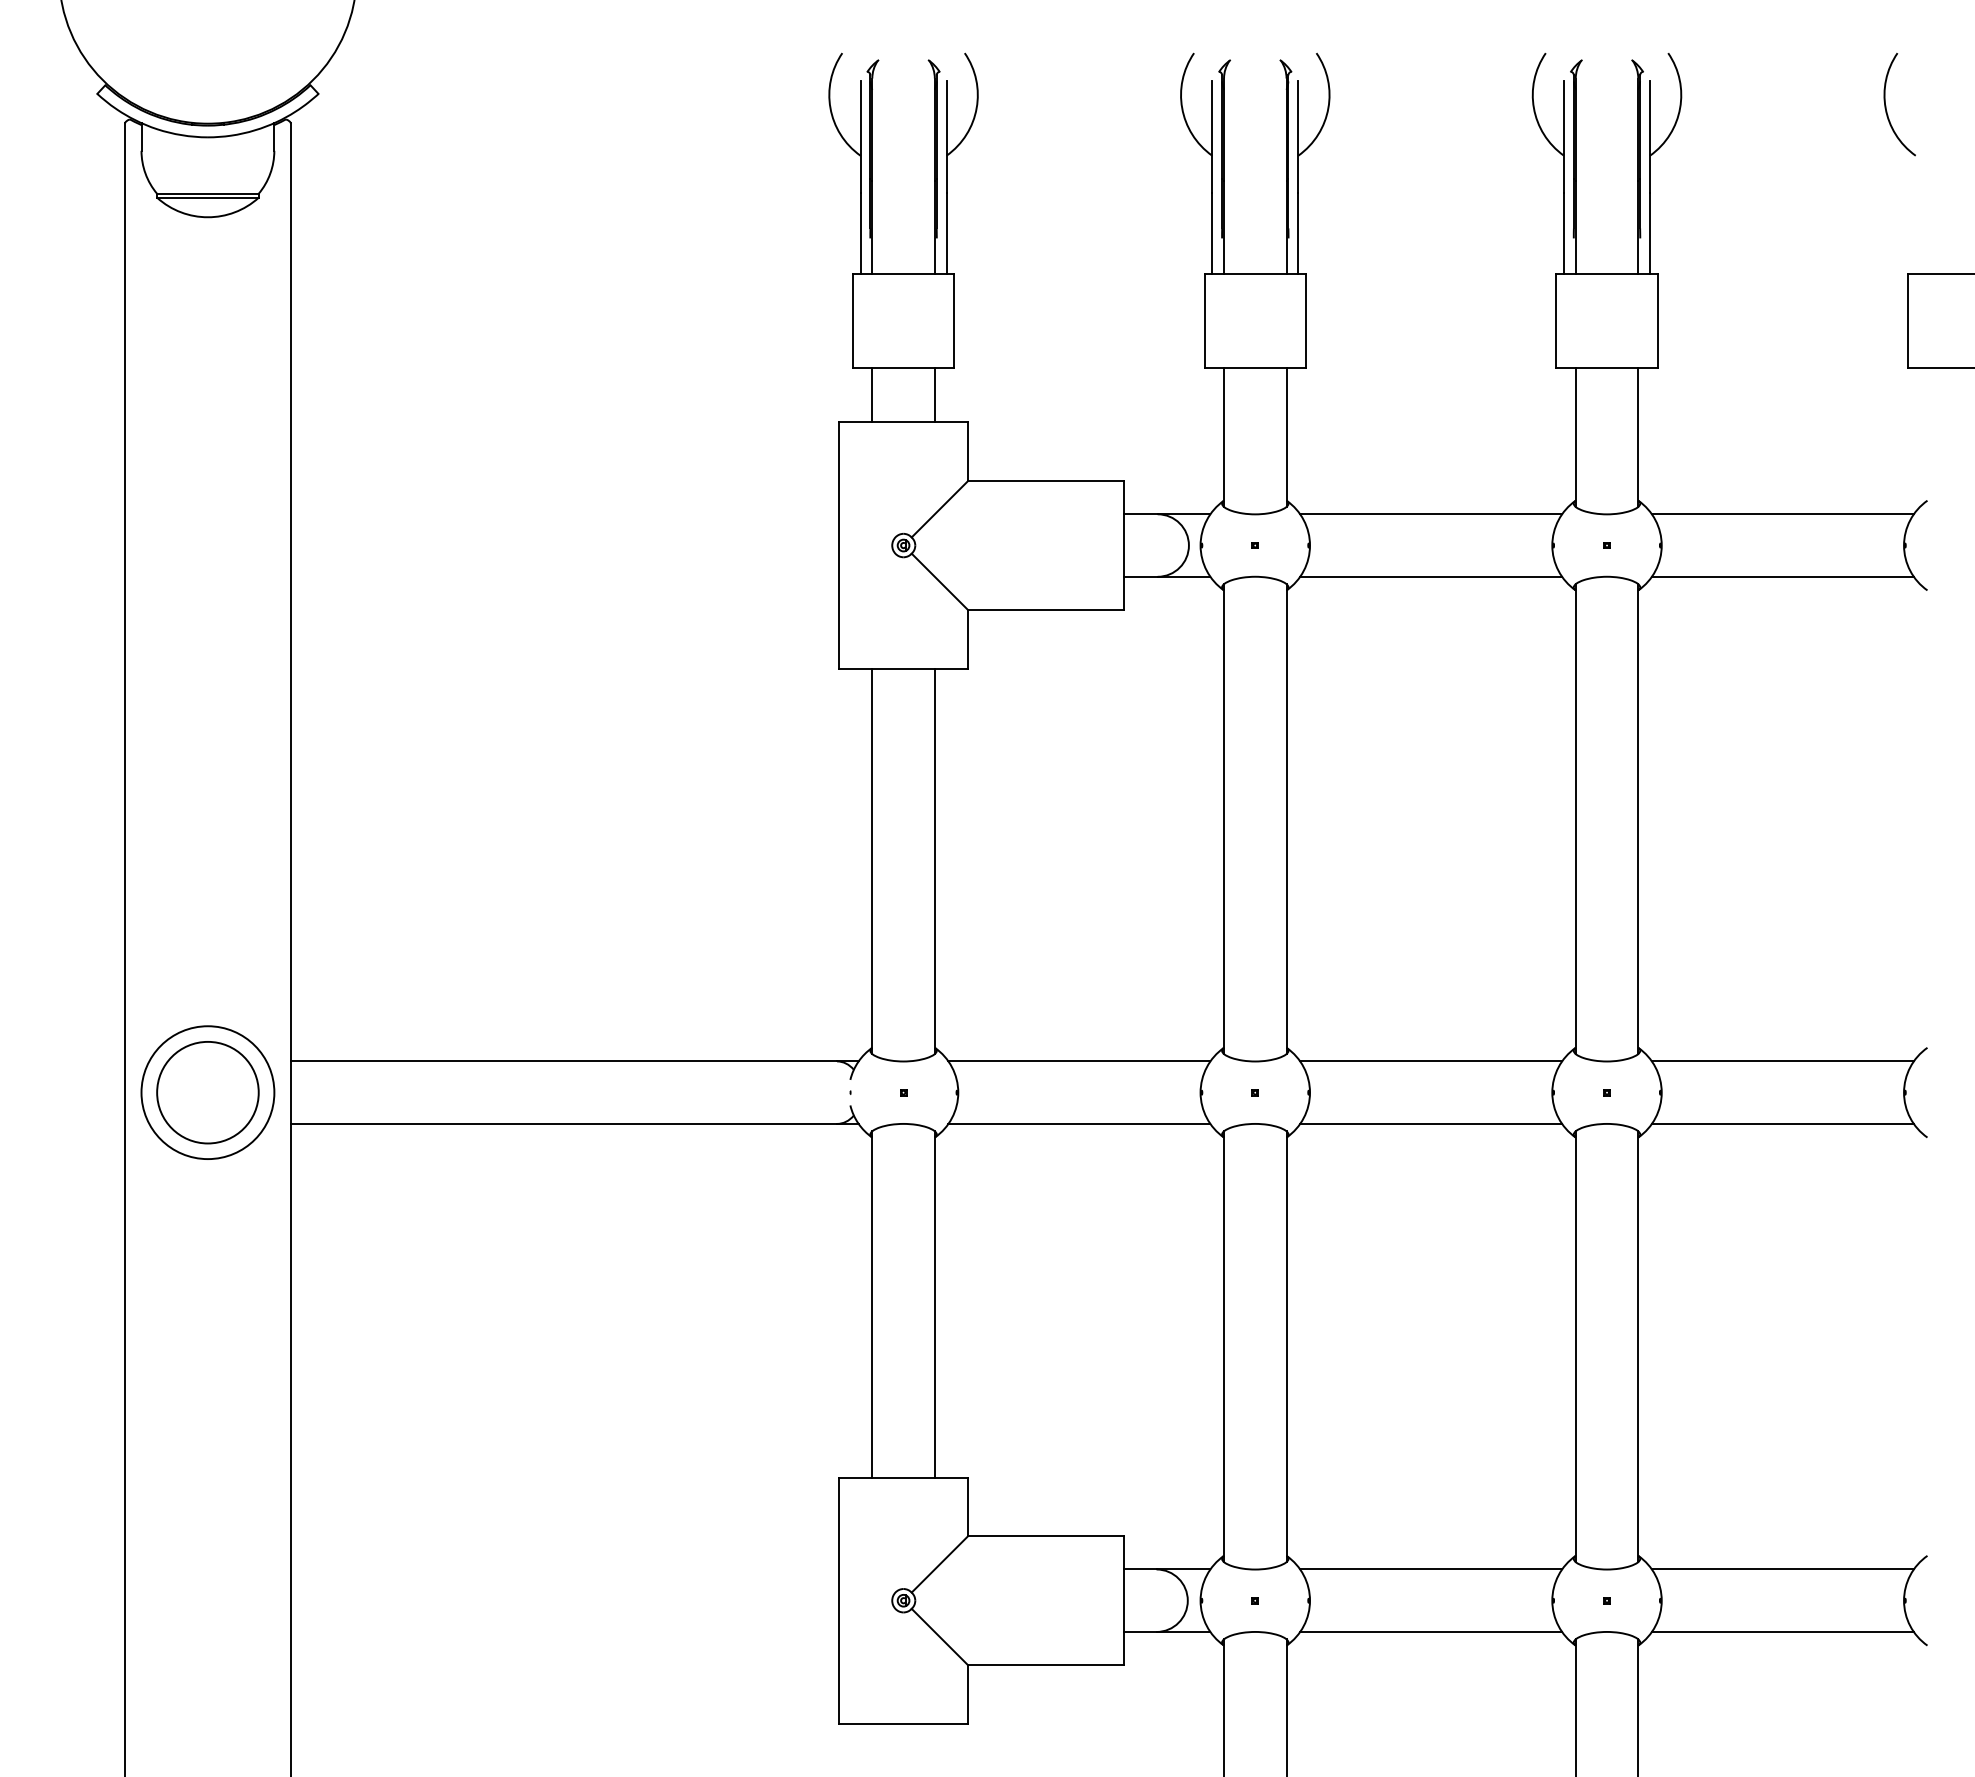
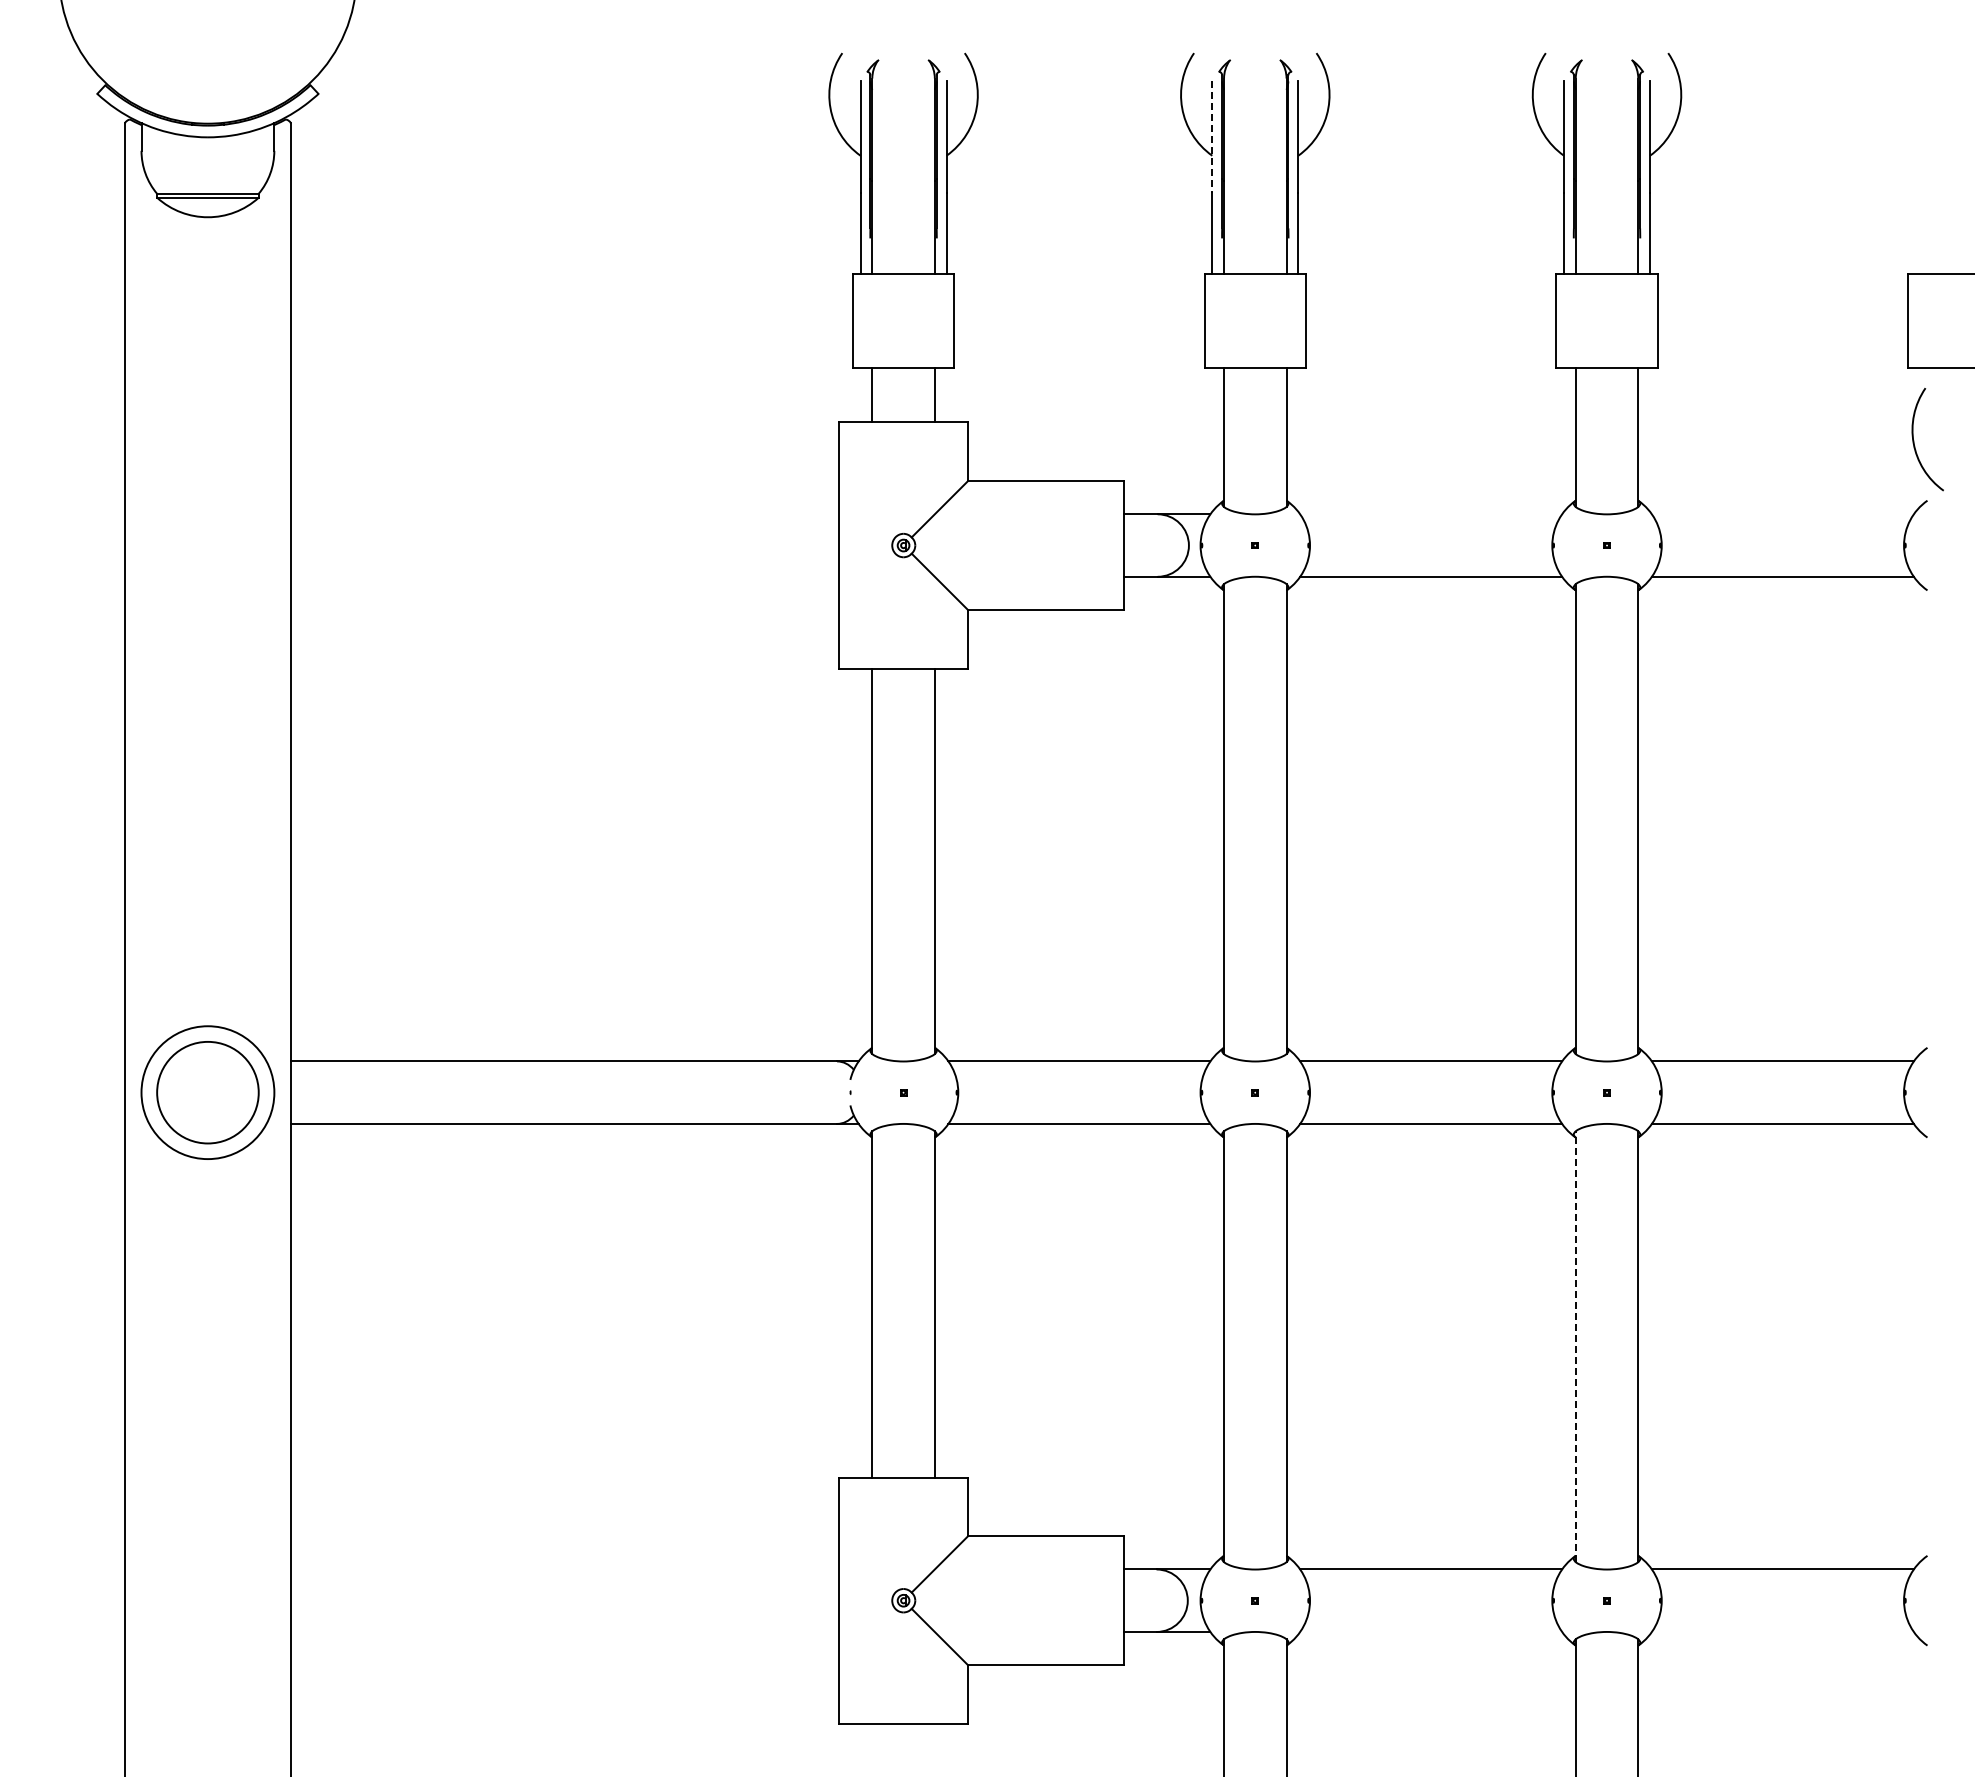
arc at (1886, 105) position: (1886, 105) -> (1914, 440)
line at (1212, 137): solid -> dashed
line at (1431, 514): present -> none
line at (1782, 514): present -> none
line at (1575, 1346): solid -> dashed
line at (1431, 1631): present -> none
line at (1782, 1631): present -> none
